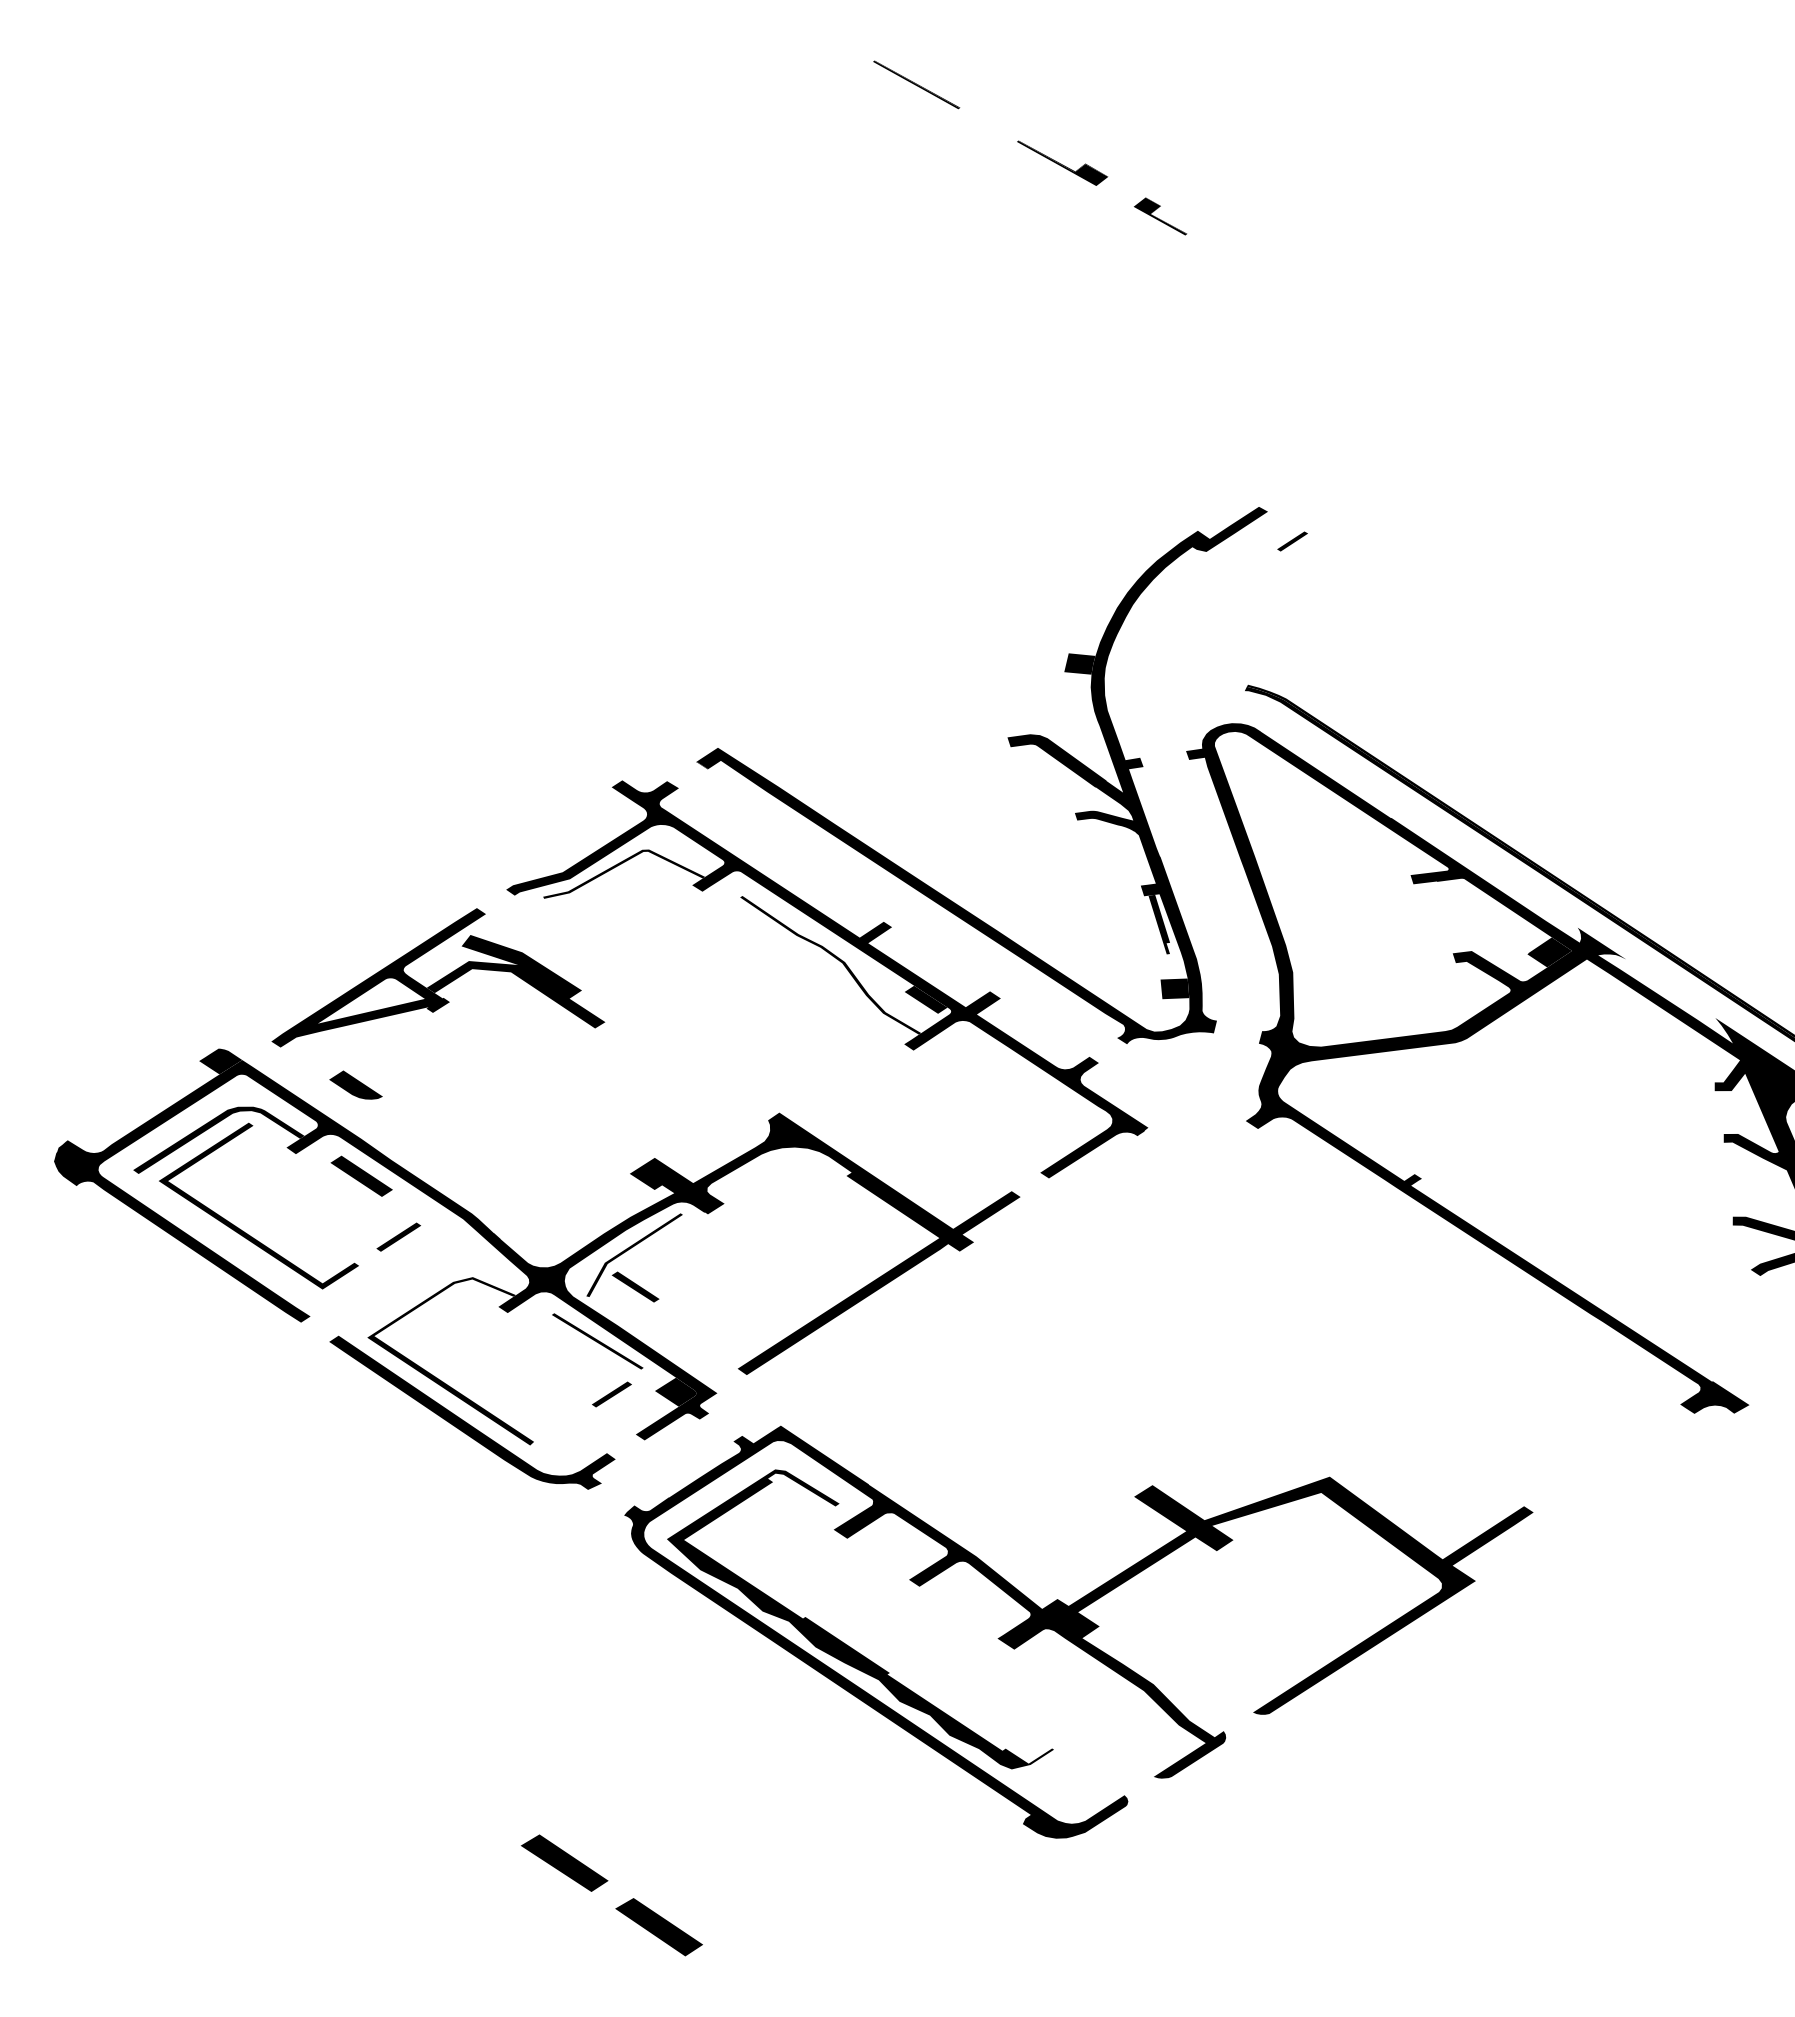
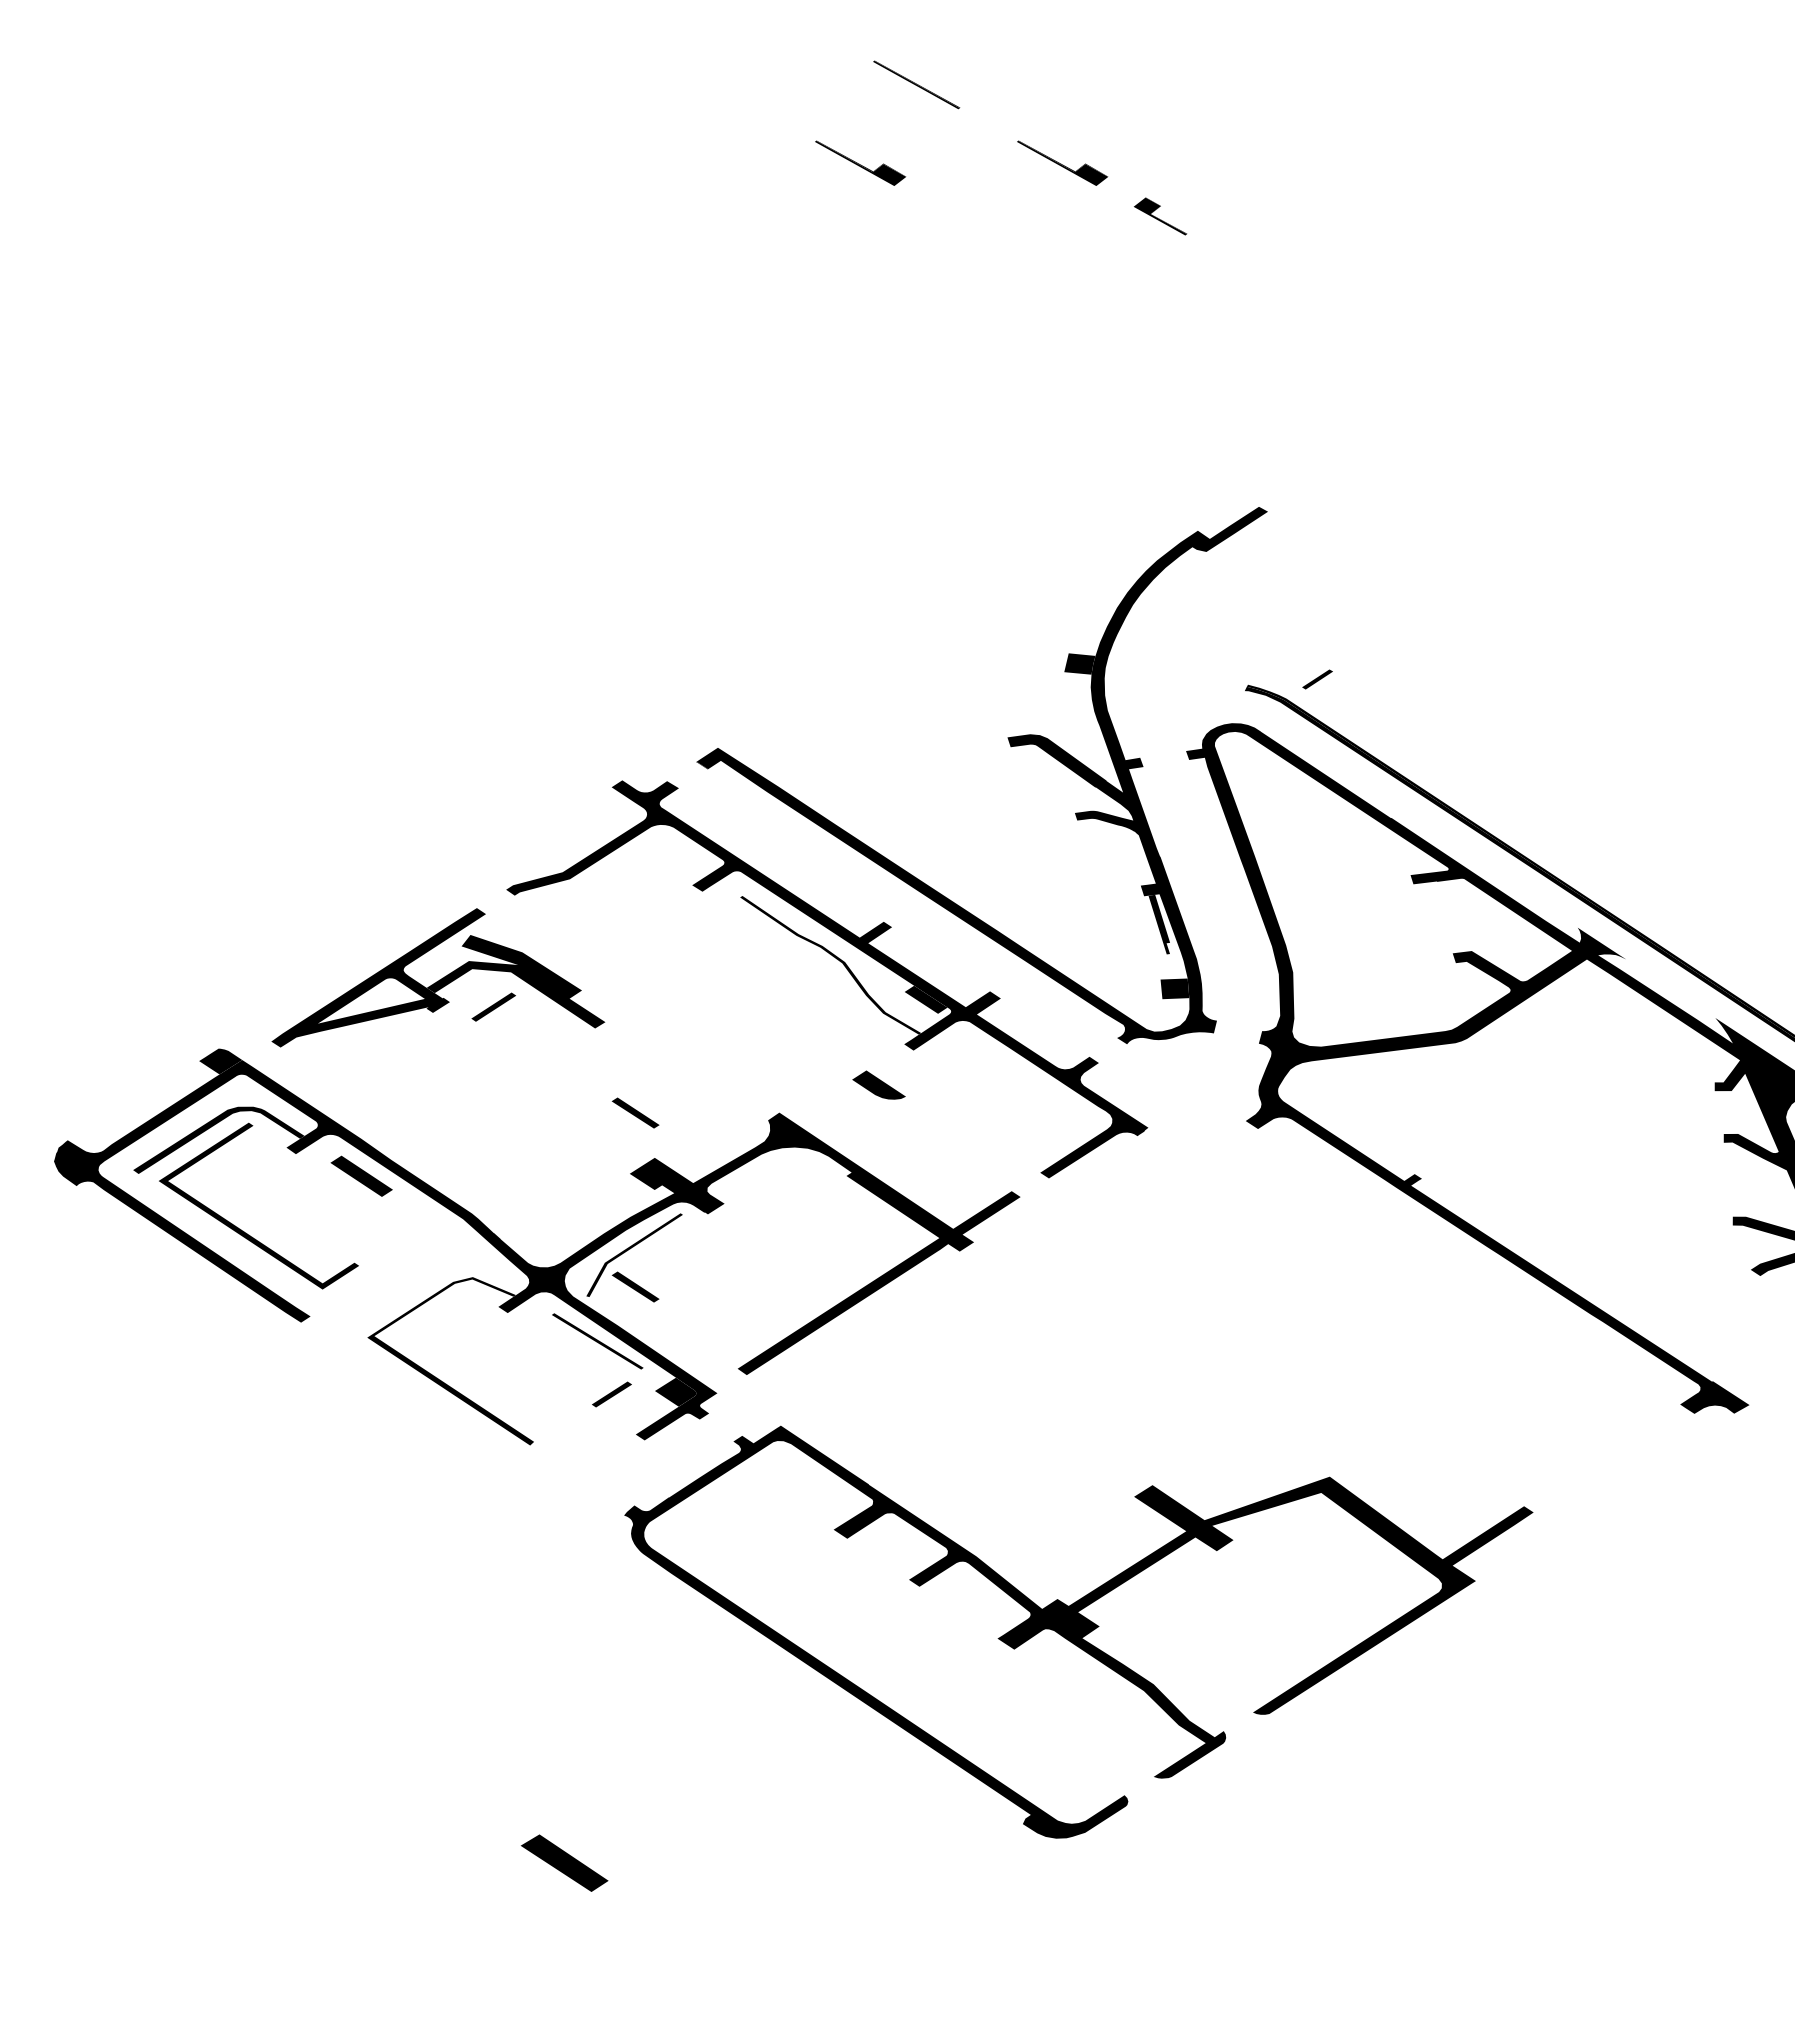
part at (860, 162): none -> present
part at (1292, 541) position: (1292, 541) -> (1317, 679)
fill at (624, 873): present -> none
fill at (1549, 952): present -> none
part at (355, 1084) position: (355, 1084) -> (878, 1084)
part at (635, 1112): none -> present
part at (398, 1236) position: (398, 1236) -> (493, 1006)
part at (467, 1422): present -> none
fill at (860, 1619): present -> none
fill at (659, 1926): present -> none
